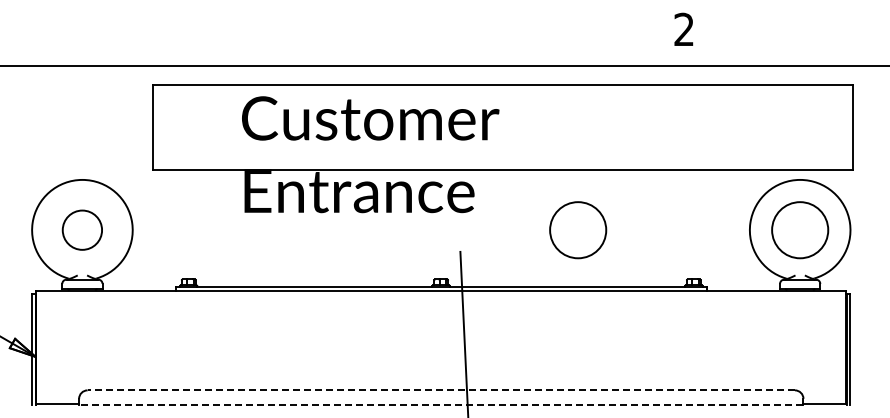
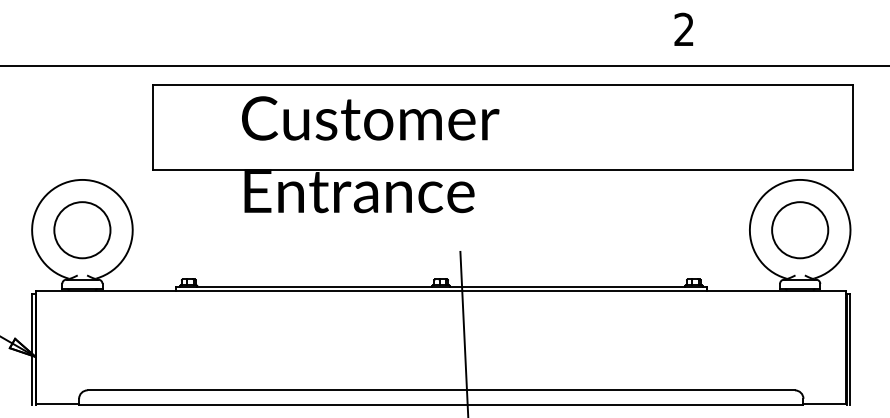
circle at (82, 229) diameter: 39 px -> 56 px
circle at (578, 230): present -> none
line at (441, 390): dashed -> solid
line at (440, 405): dashed -> solid
